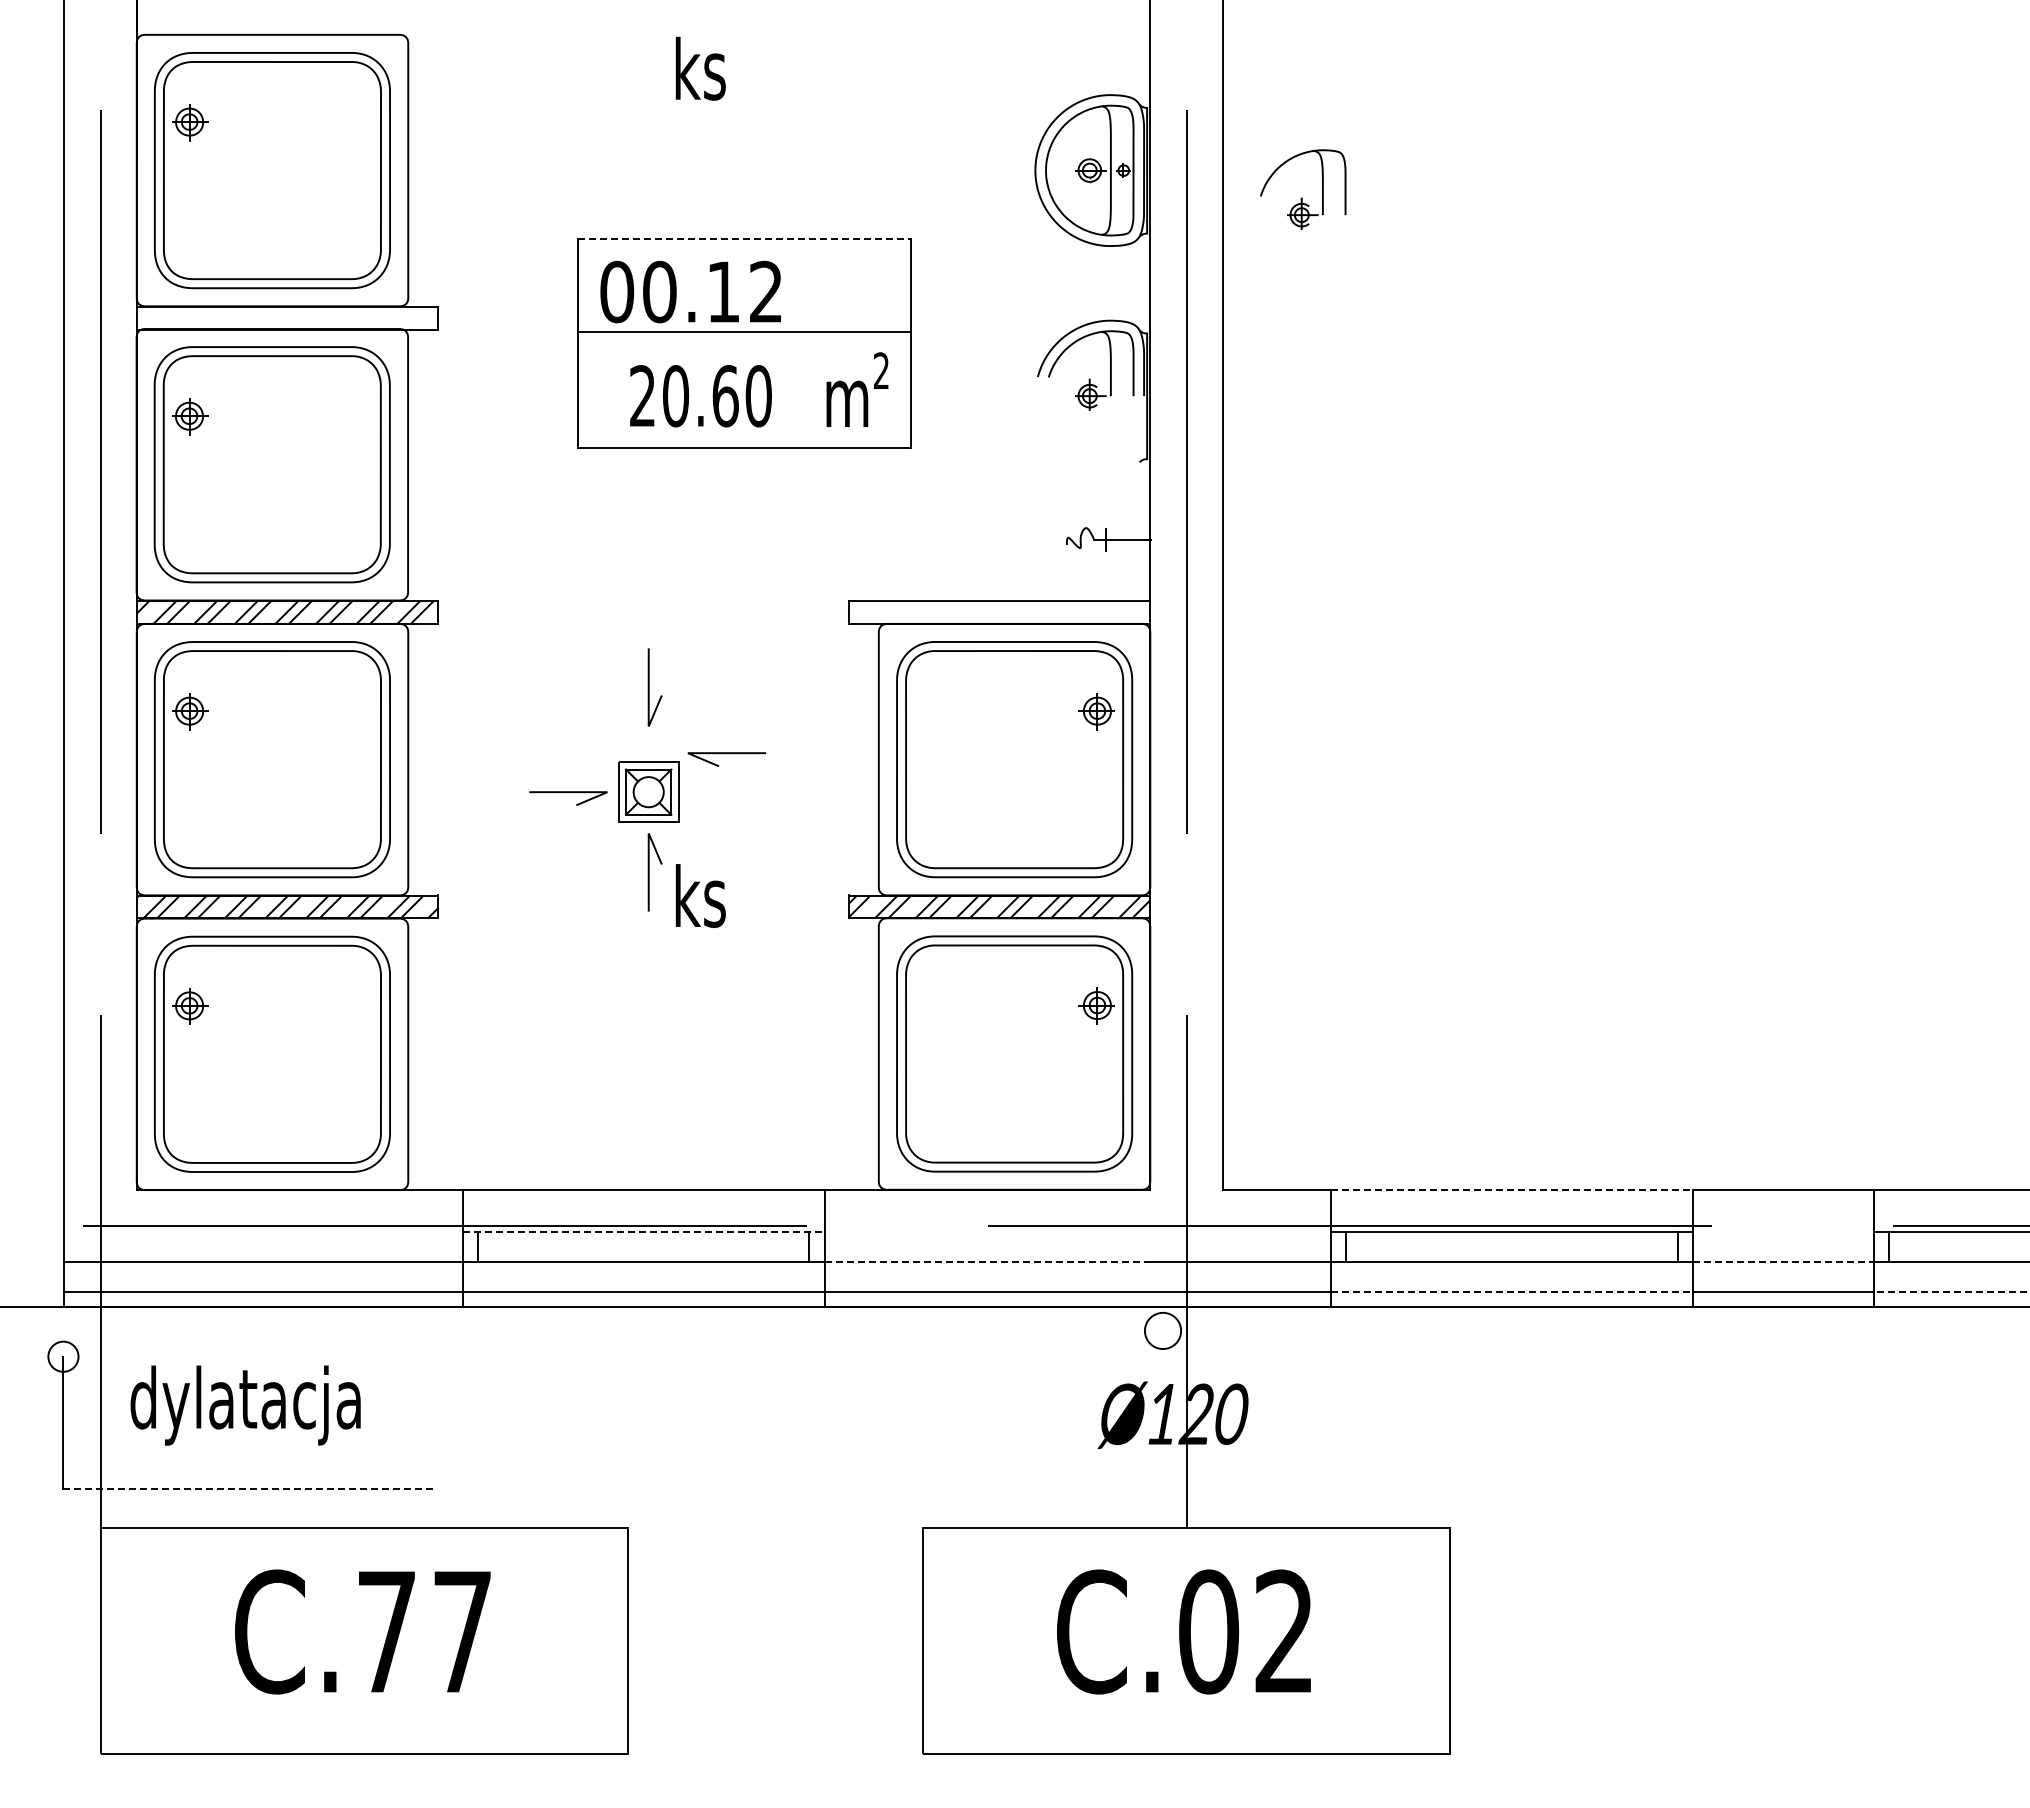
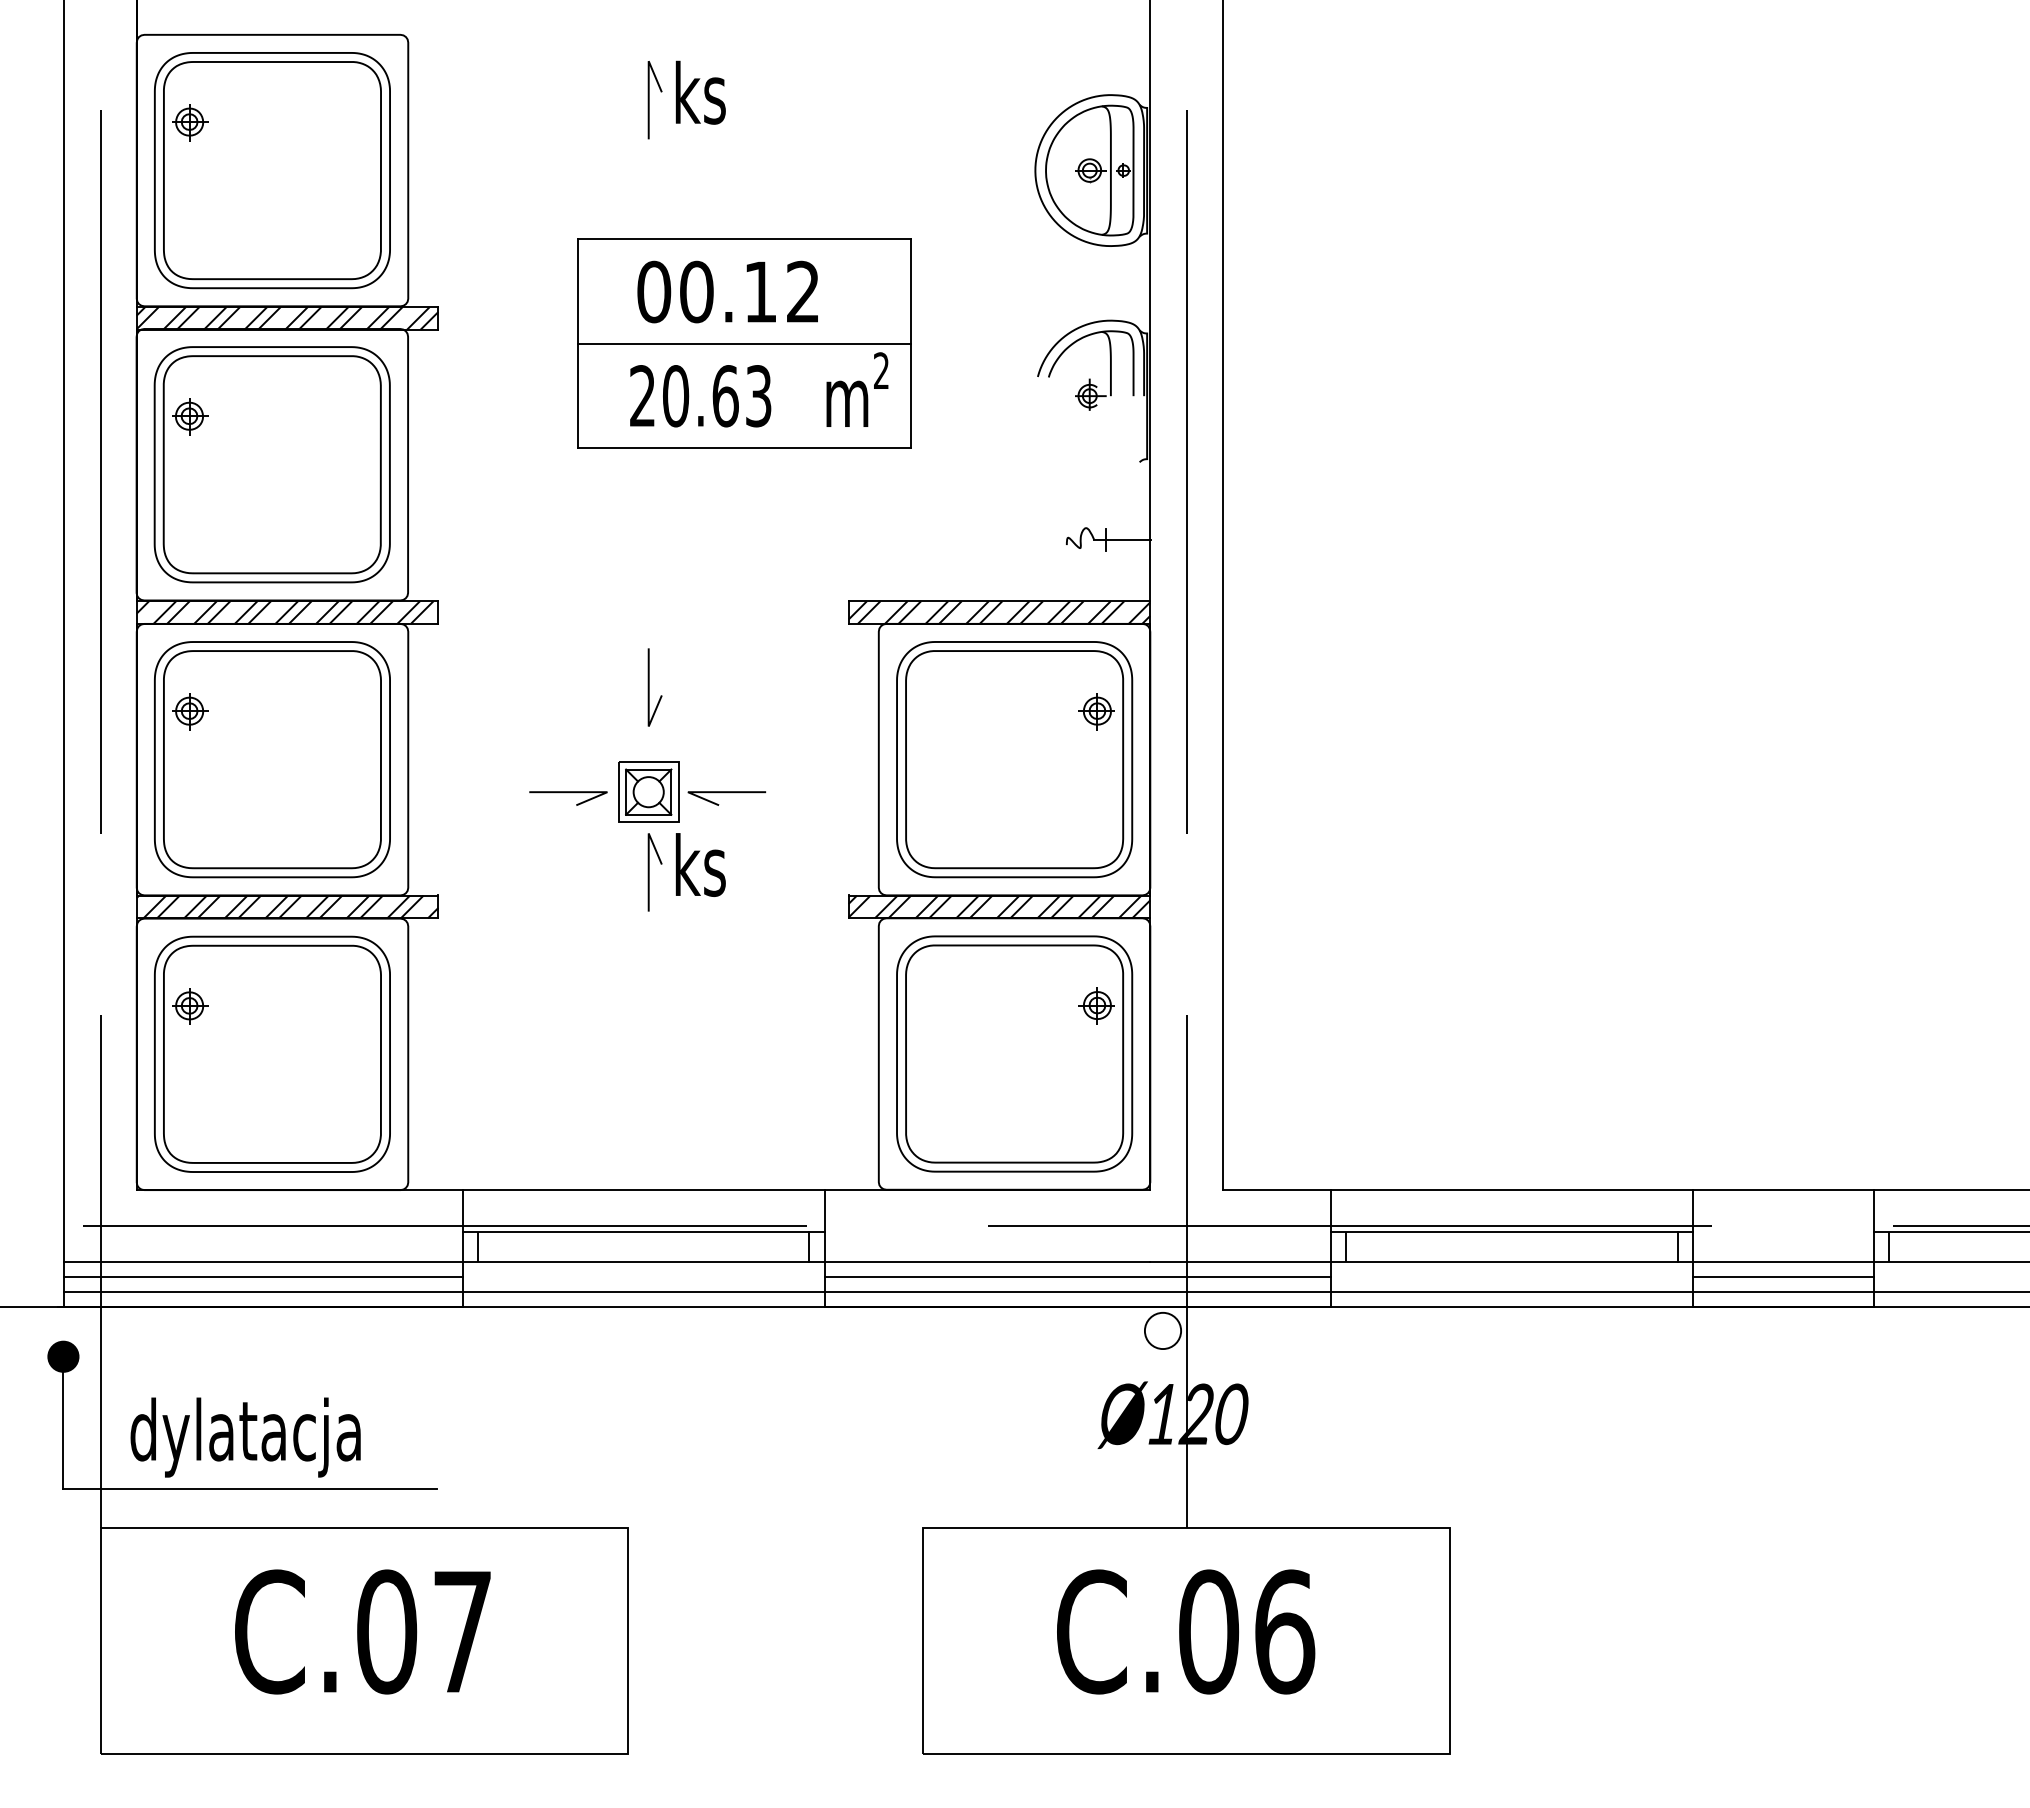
text at (700, 68) position: (700, 68) -> (700, 92)
line at (649, 100): none -> present
part at (1302, 197): present -> none
line at (744, 239): dashed -> solid
text at (690, 291) position: (690, 291) -> (727, 291)
hatch at (287, 318): none -> present
line at (744, 331) position: (744, 331) -> (744, 343)
text at (758, 396): 20.60 -> 20.63
hatch at (999, 612): none -> present
line at (726, 754) position: (726, 754) -> (726, 793)
text at (700, 895) position: (700, 895) -> (700, 864)
line at (1512, 1189): dashed -> solid
line at (643, 1232): dashed -> solid
line at (987, 1262): dashed -> solid
line at (1784, 1262): dashed -> solid
line at (263, 1277): none -> present
line at (1077, 1277): none -> present
line at (1783, 1277): none -> present
line at (1512, 1292): dashed -> solid
line at (1951, 1292): dashed -> solid
fill at (63, 1356): none -> present
text at (245, 1405) position: (245, 1405) -> (245, 1437)
line at (250, 1489): dashed -> solid
text at (387, 1631): C.77 -> C.07
text at (1285, 1631): C.02 -> C.06
